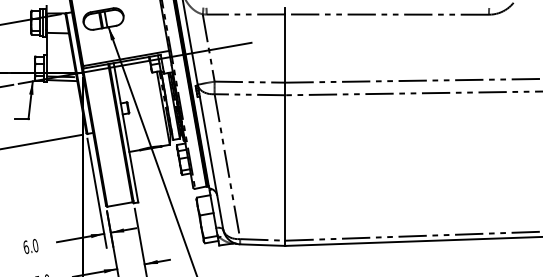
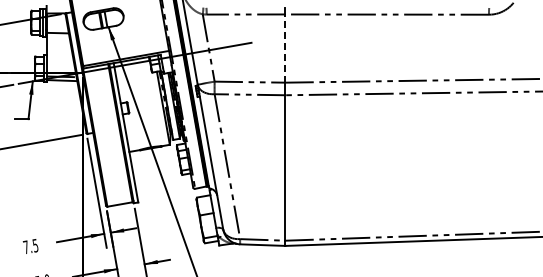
line at (285, 48): solid -> dashed
text at (30, 246): 6.0 -> 7.5
